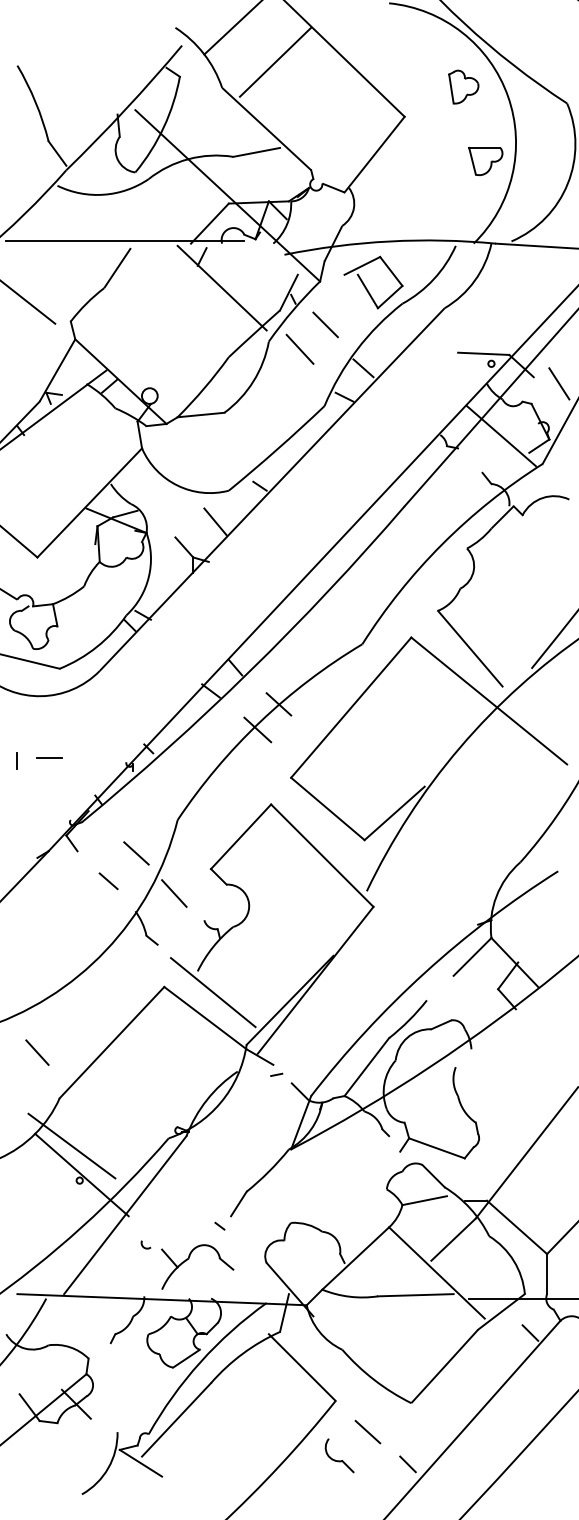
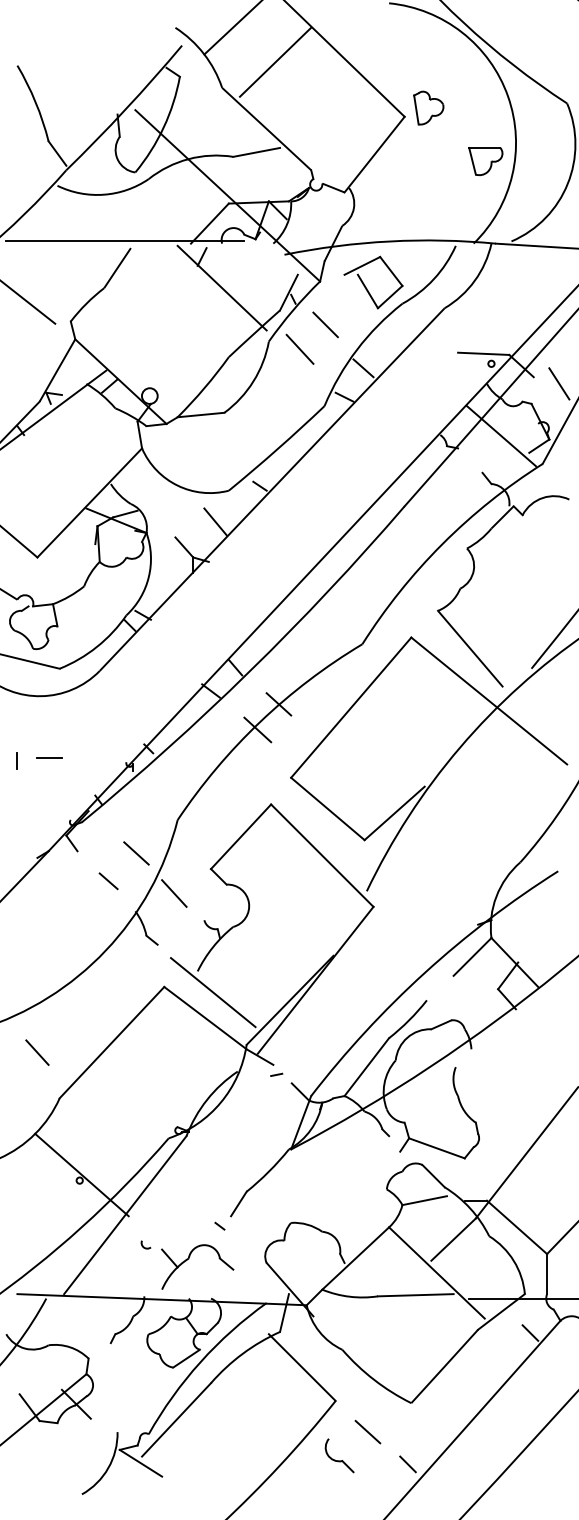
part at (463, 86) position: (463, 86) -> (428, 107)
line at (71, 1145): present -> none
